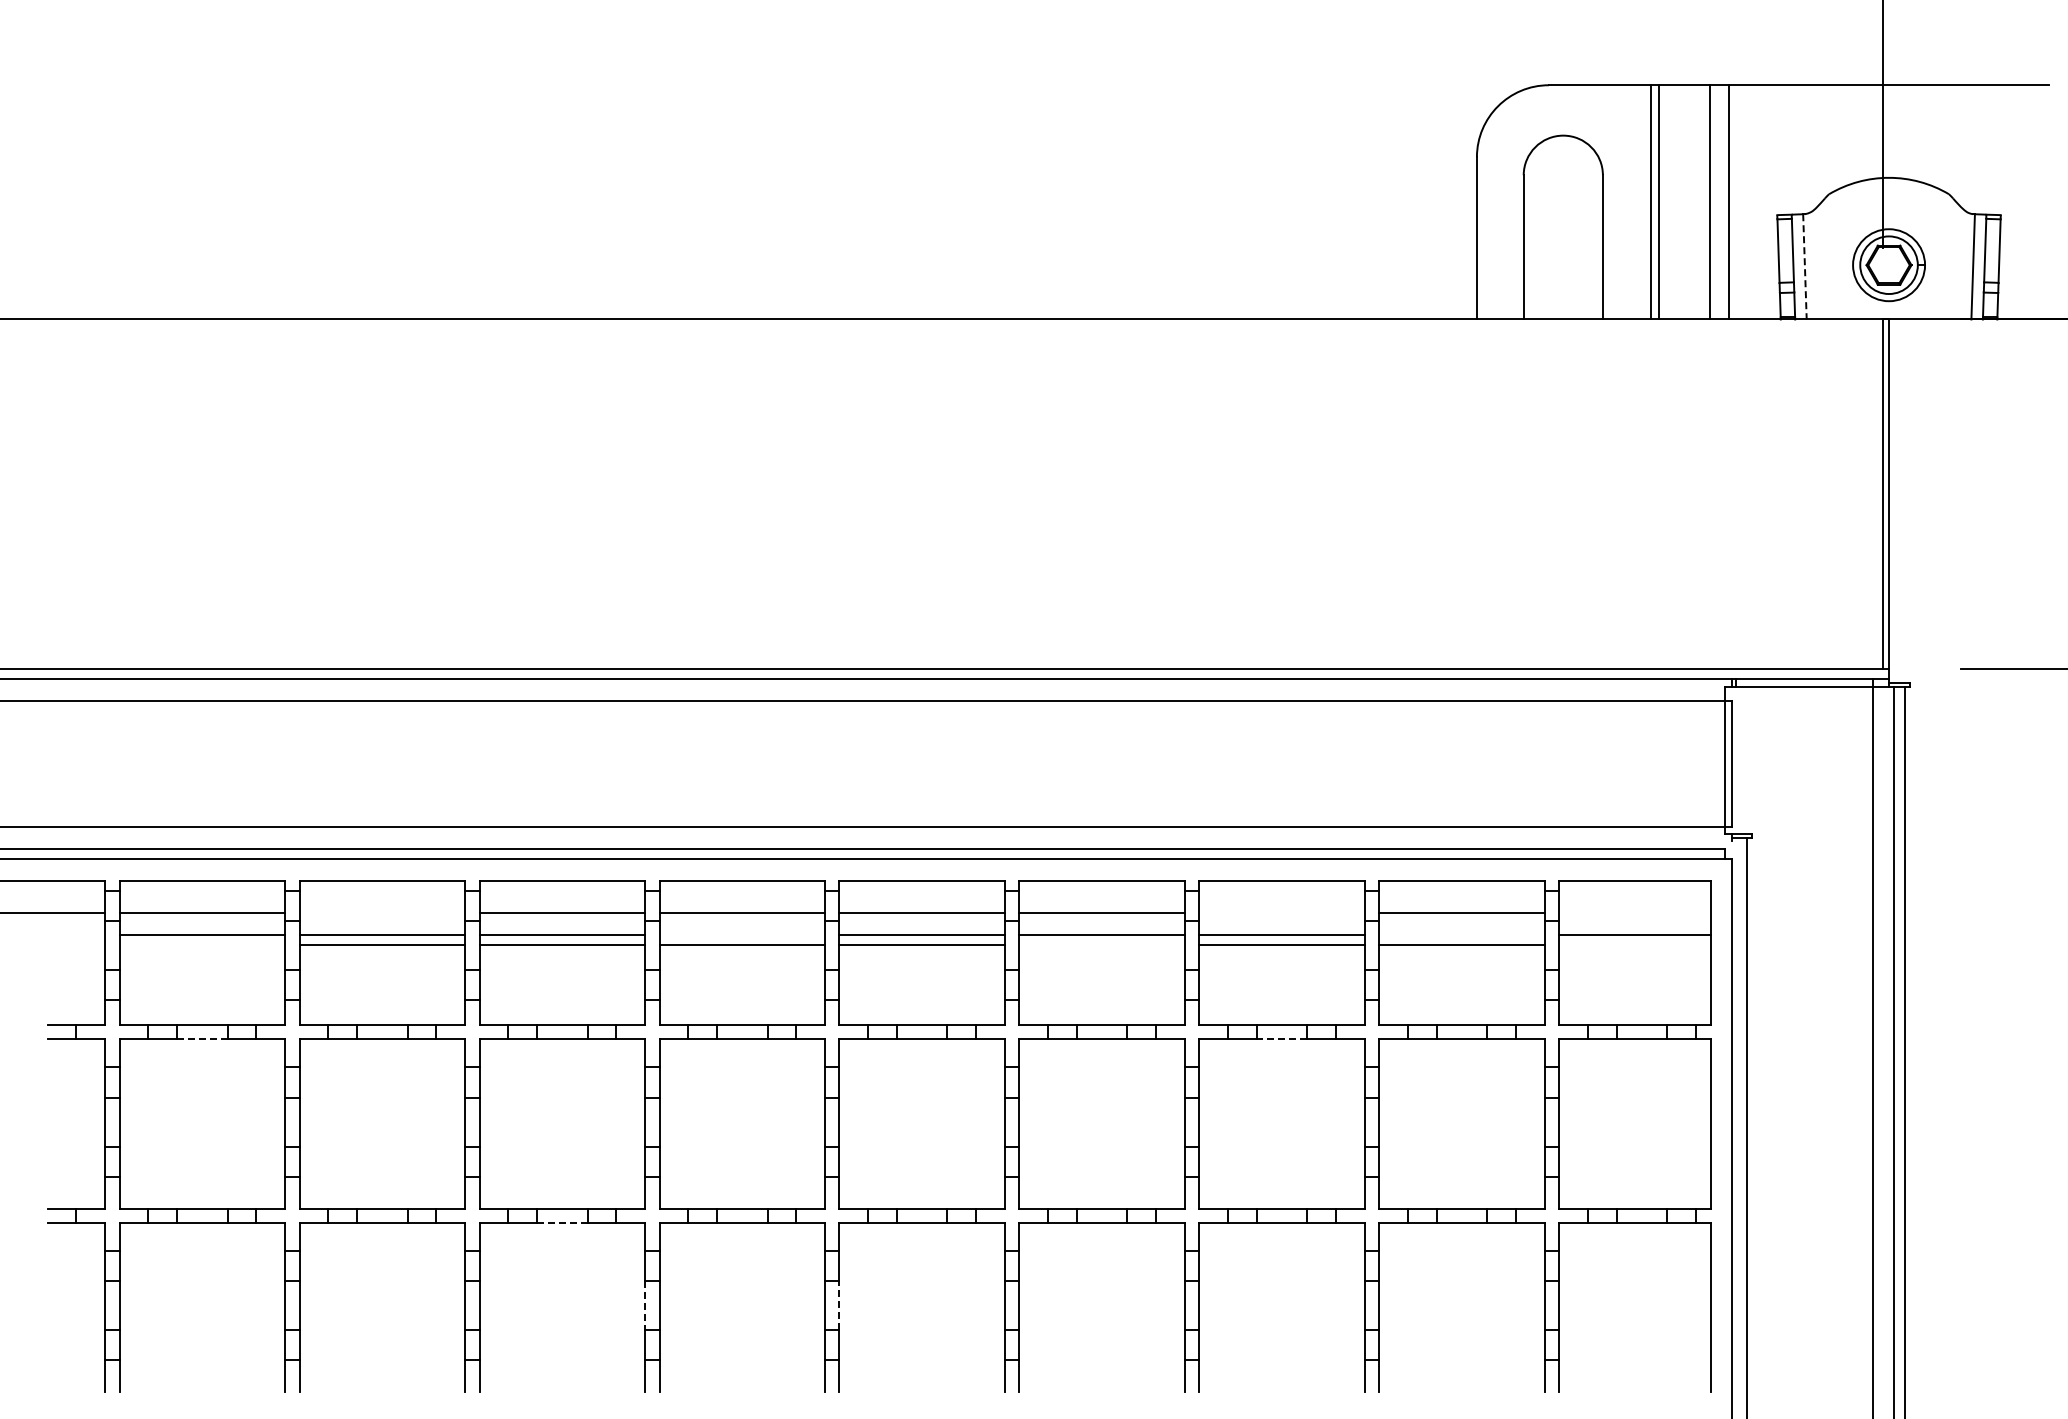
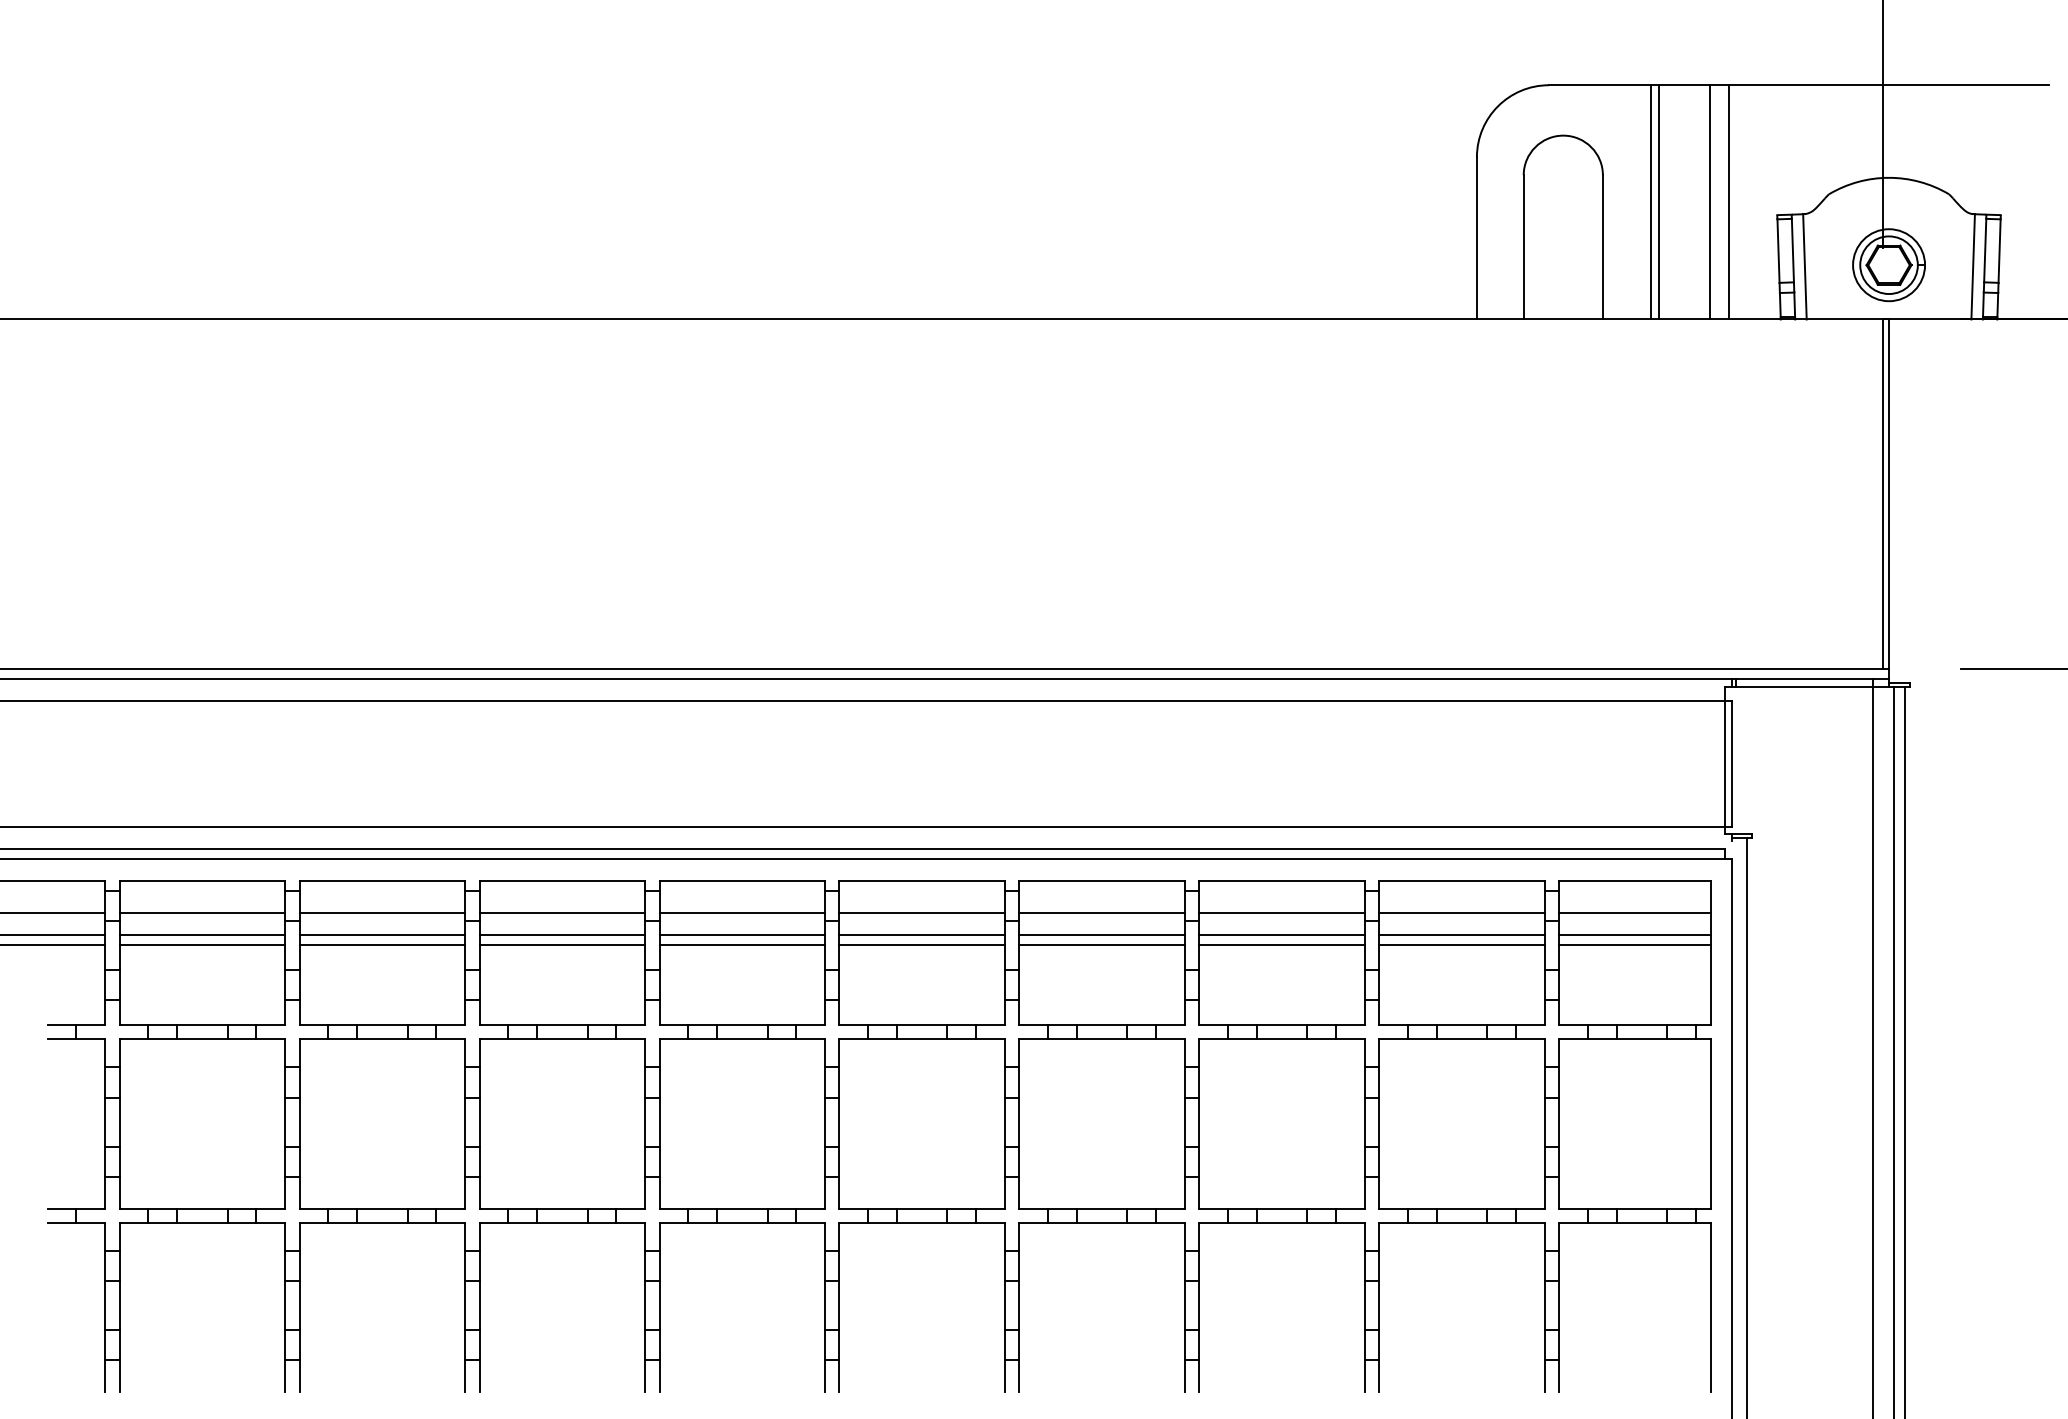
line at (1804, 266): dashed -> solid
line at (382, 913): none -> present
line at (1281, 913): none -> present
line at (1634, 913): none -> present
line at (53, 934): none -> present
line at (742, 934): none -> present
line at (1461, 934): none -> present
line at (53, 945): none -> present
line at (202, 945): none -> present
line at (1102, 945): none -> present
line at (1634, 945): none -> present
line at (201, 1039): dashed -> solid
line at (1281, 1039): dashed -> solid
line at (561, 1222): dashed -> solid
line at (839, 1305): dashed -> solid
line at (645, 1306): dashed -> solid
